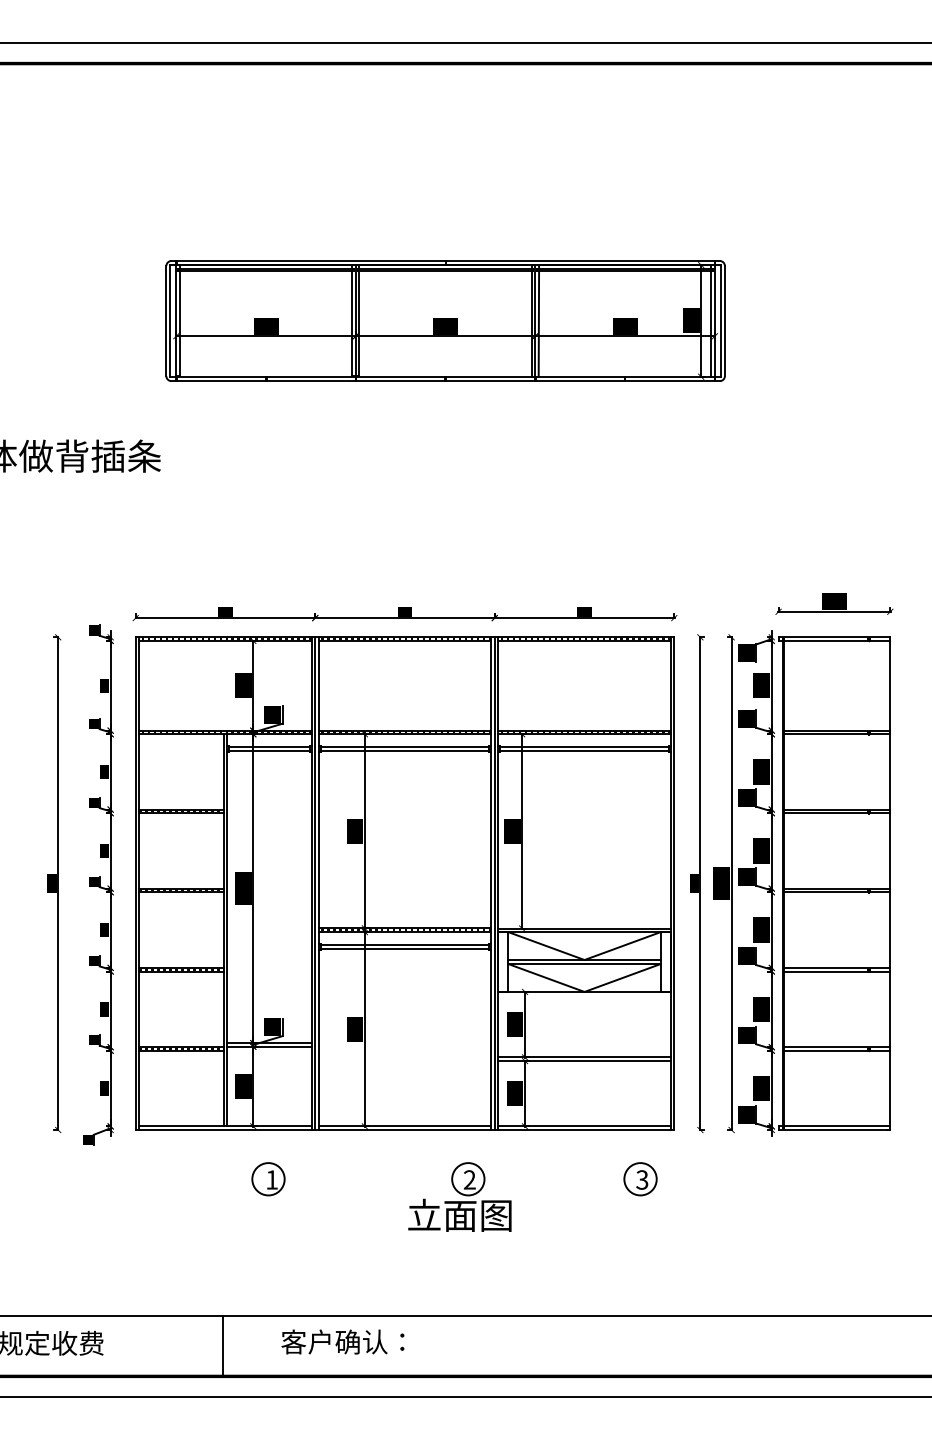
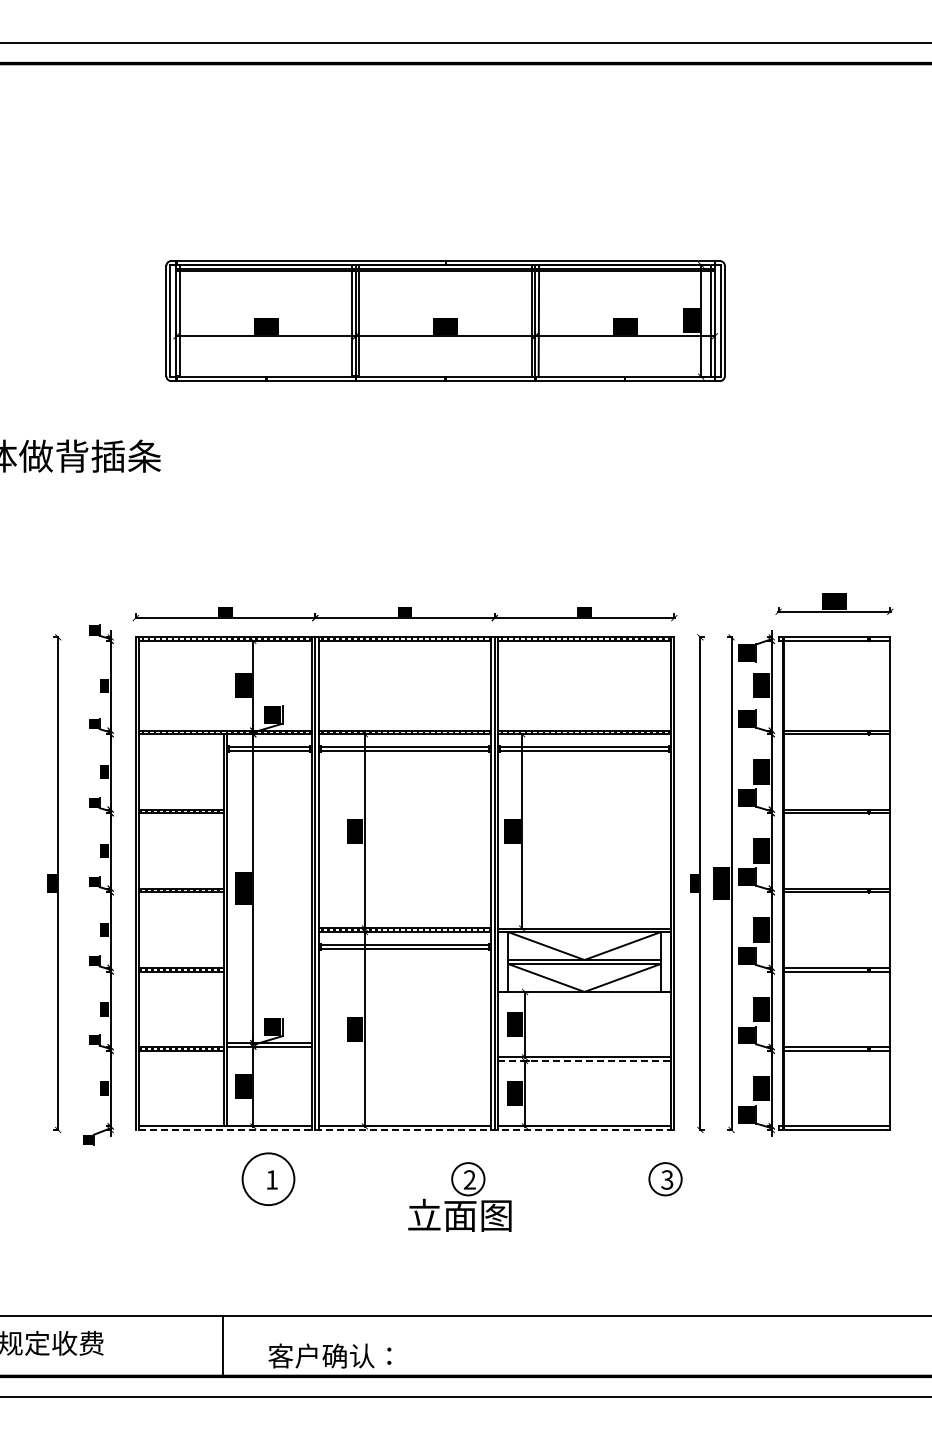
line at (585, 1061): solid -> dashed
line at (404, 1130): solid -> dashed
circle at (268, 1179) diameter: 32 px -> 52 px
part at (640, 1179) position: (640, 1179) -> (665, 1179)
text at (342, 1341) position: (342, 1341) -> (329, 1355)
